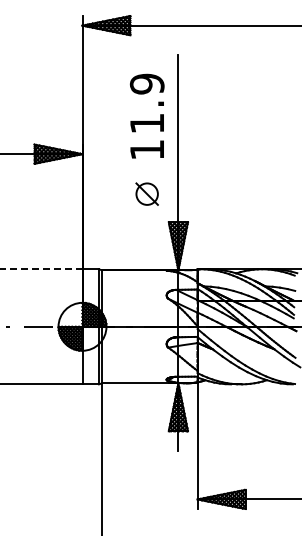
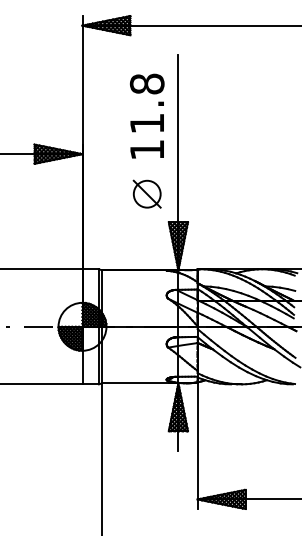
text at (147, 83): 11.9 -> 11.8
part at (146, 193) size: 24x24 px -> 30x30 px
line at (41, 269): dashed -> solid
